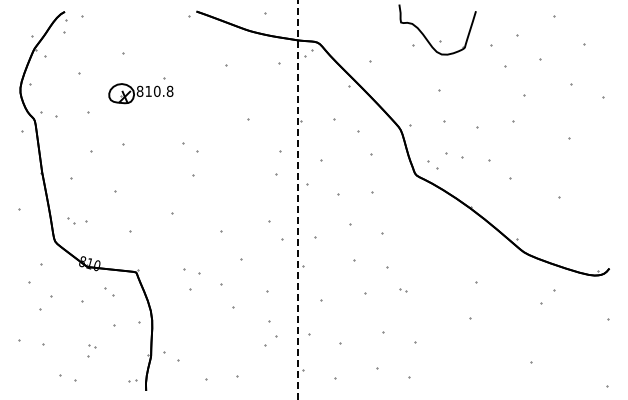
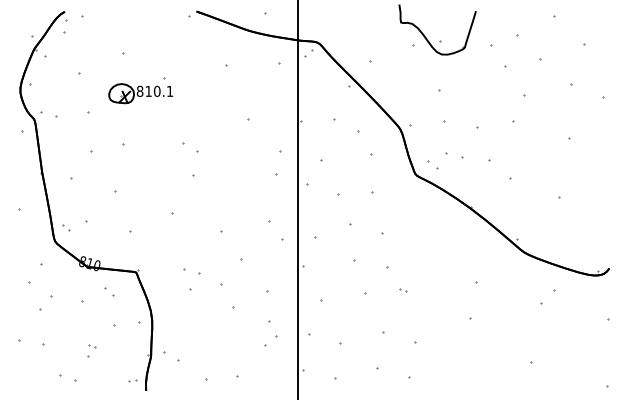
text at (169, 90): 810.8 -> 810.1
line at (298, 199): dashed -> solid
part at (71, 220) position: (71, 220) -> (66, 227)
